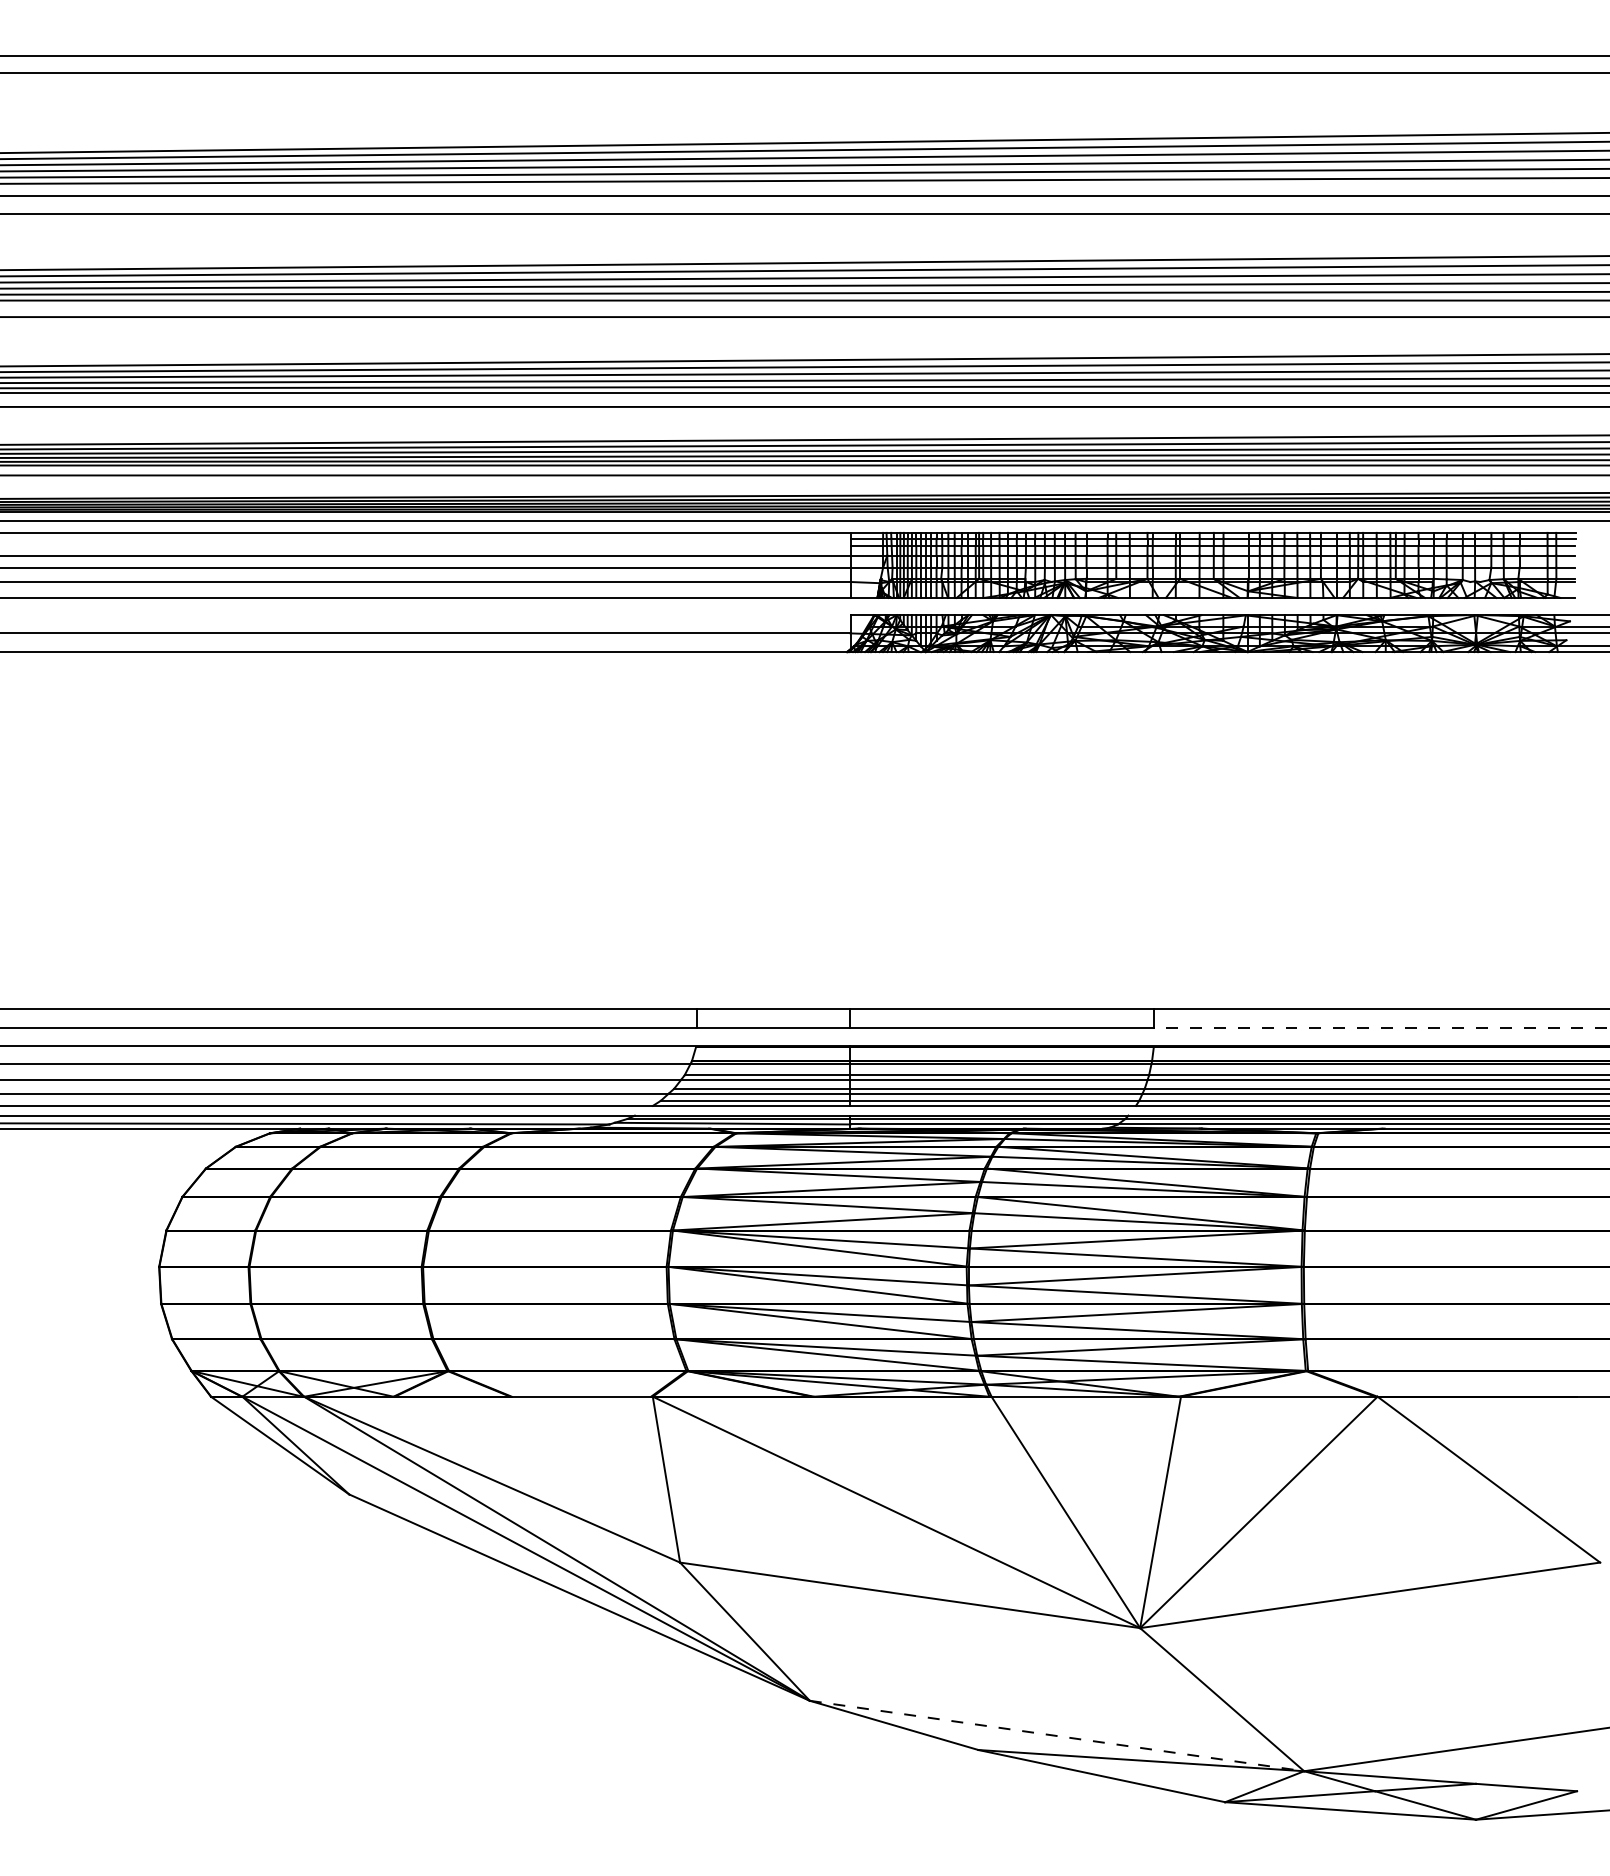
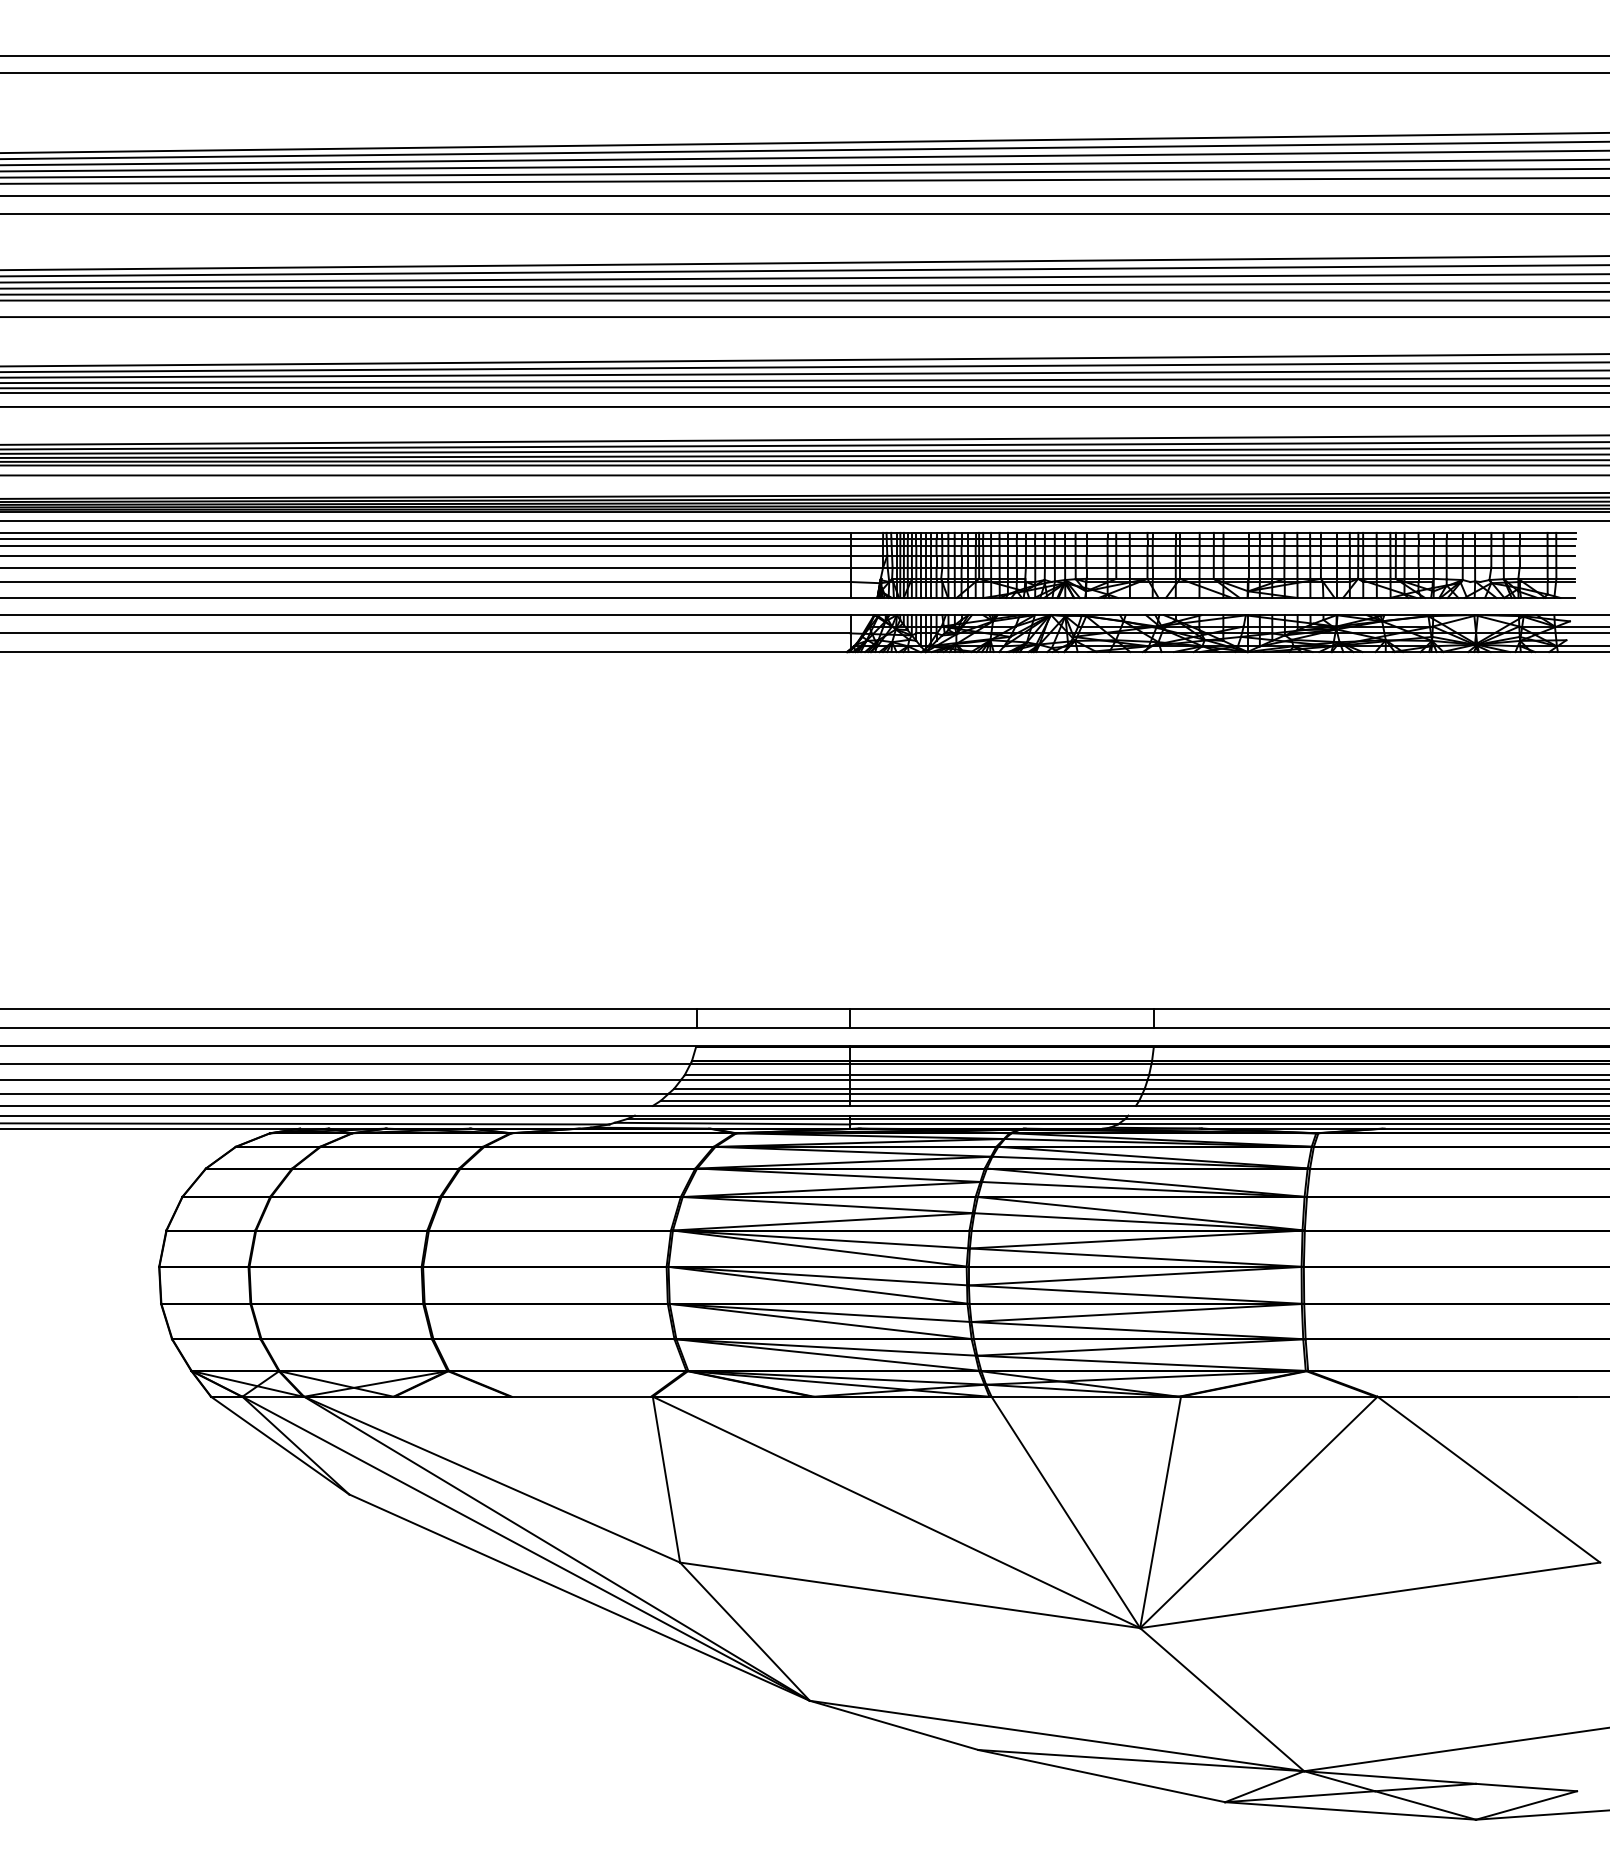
line at (426, 538): none -> present
line at (426, 545): none -> present
line at (426, 615): none -> present
line at (1382, 1028): dashed -> solid
line at (1057, 1736): dashed -> solid
